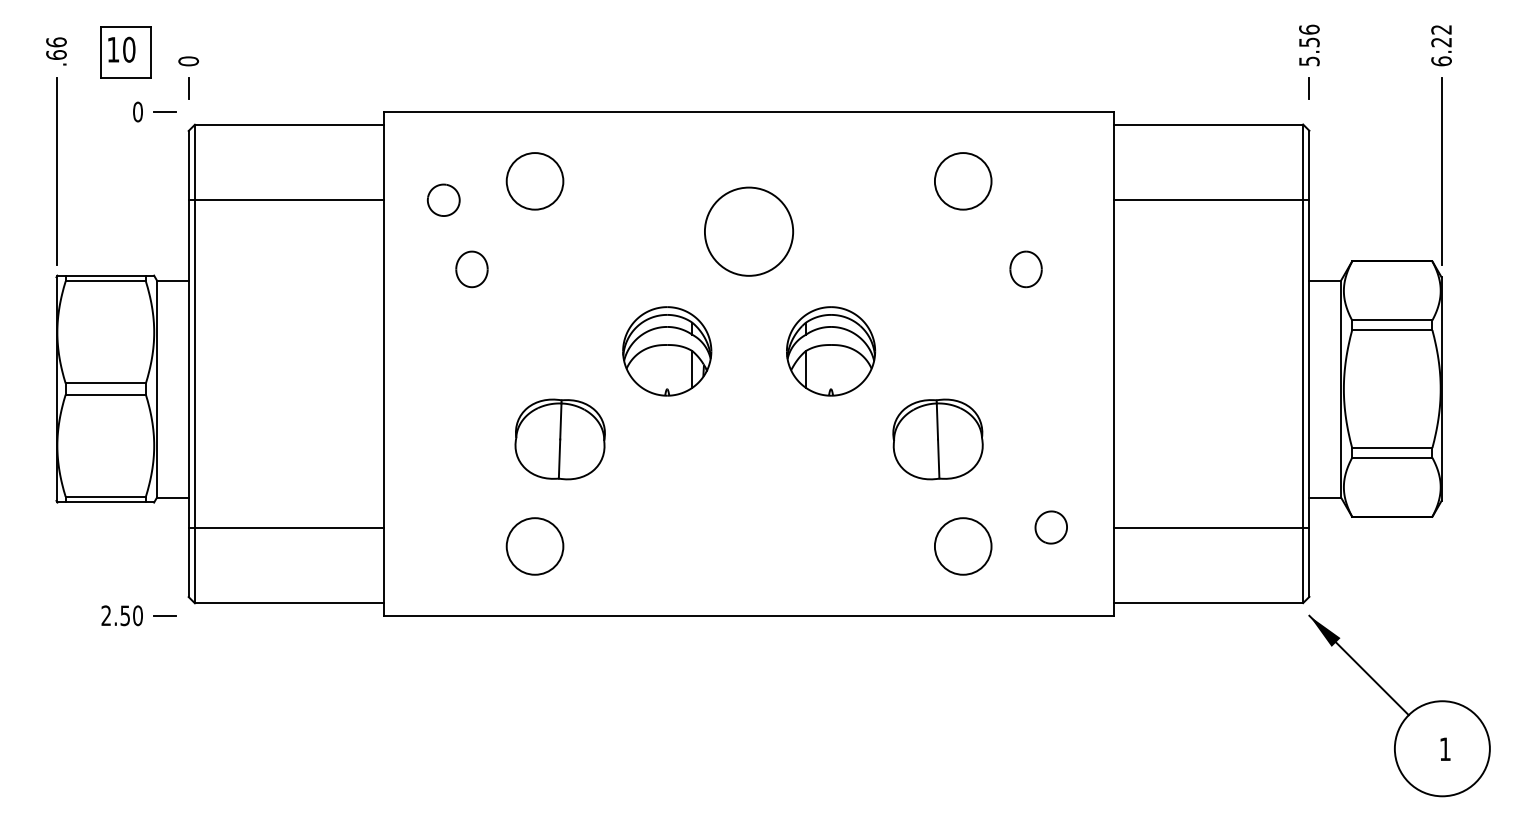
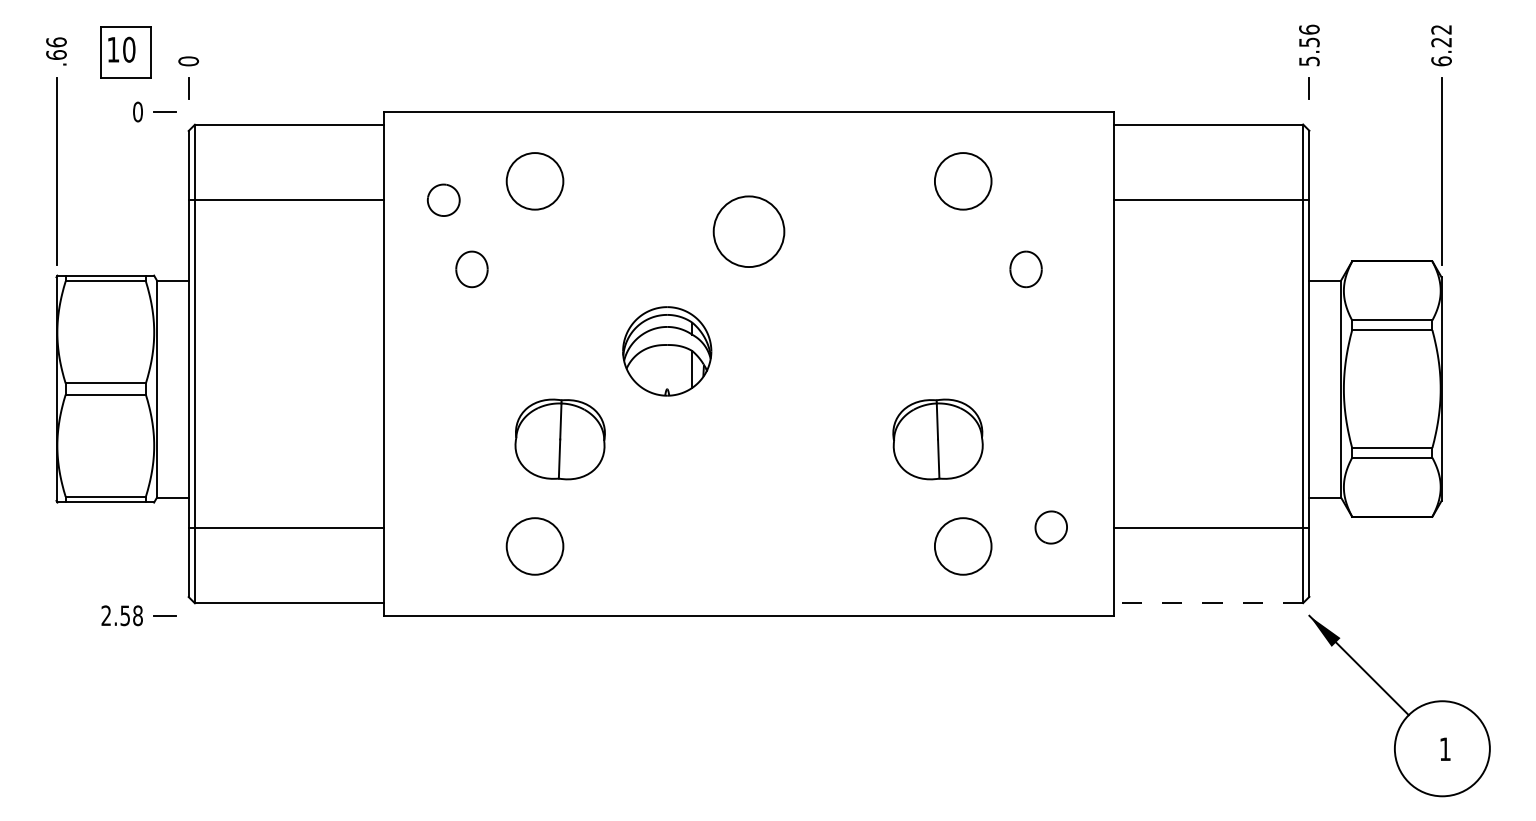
circle at (748, 231) diameter: 88 px -> 71 px
part at (831, 351): present -> none
line at (1208, 603): solid -> dashed
text at (137, 615): 2.50 -> 2.58
